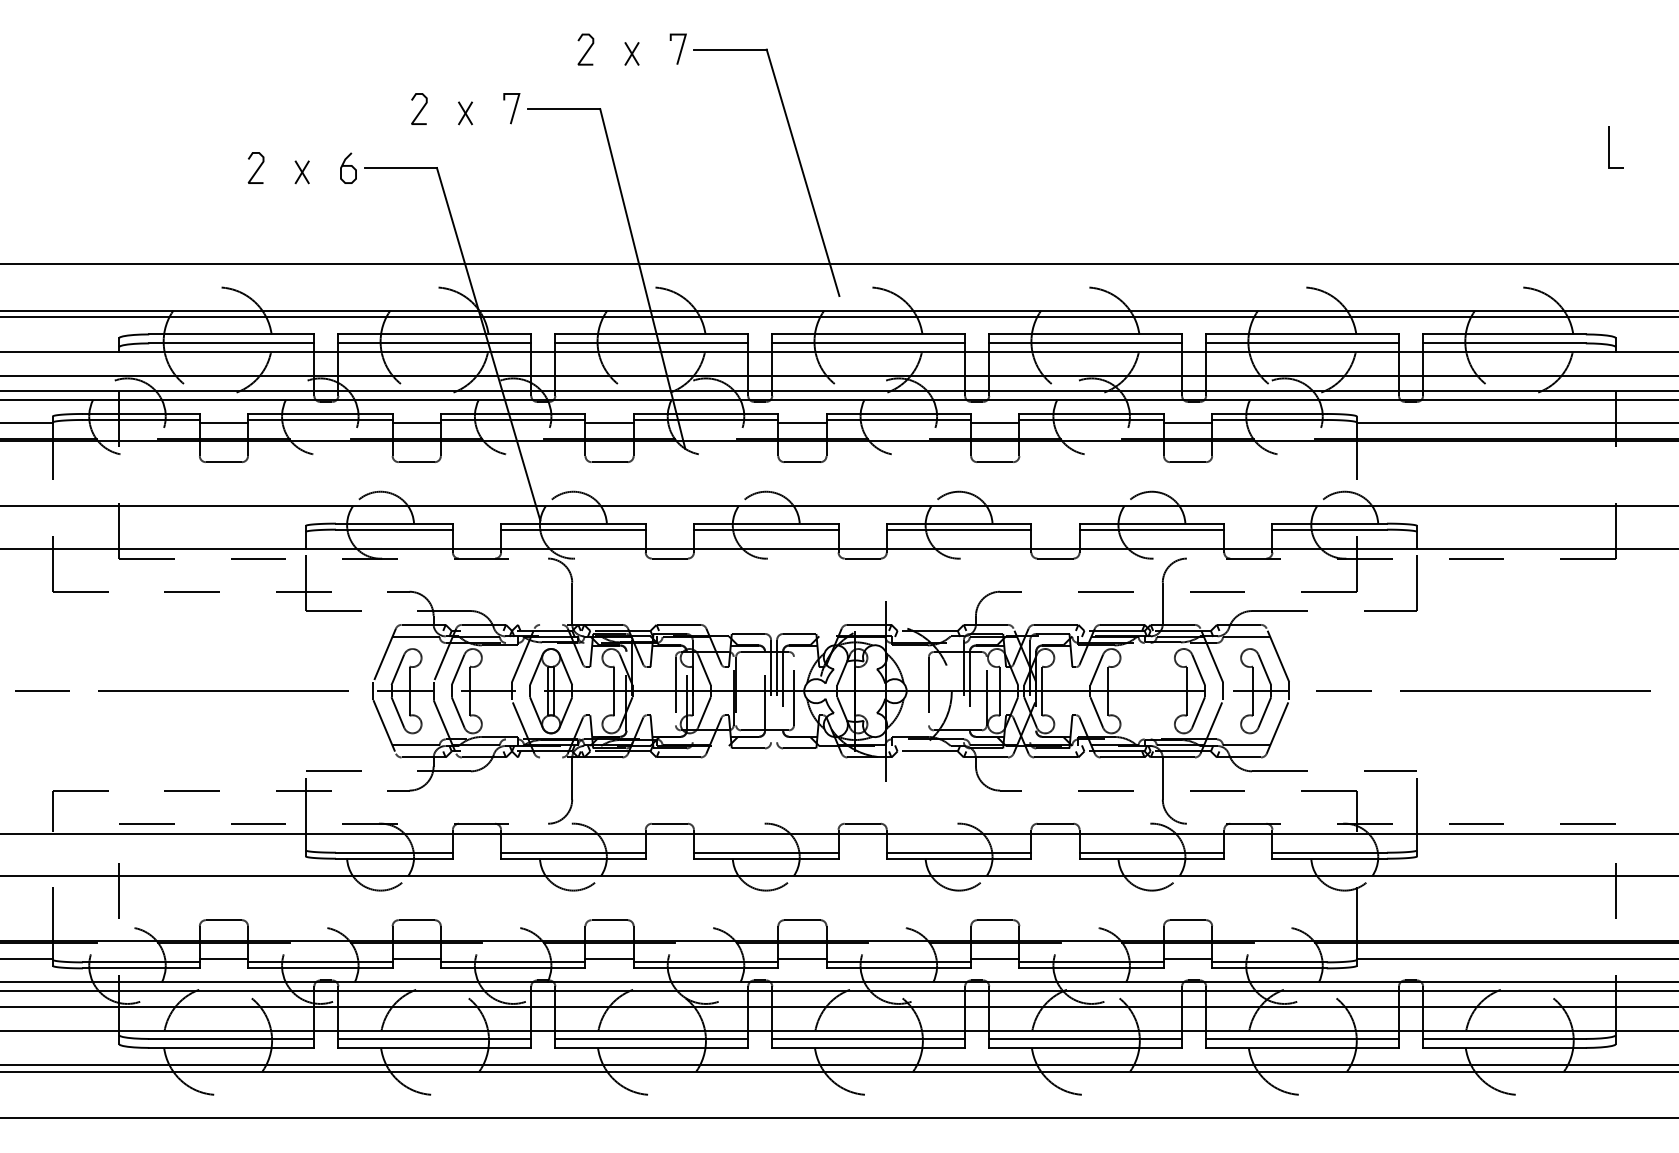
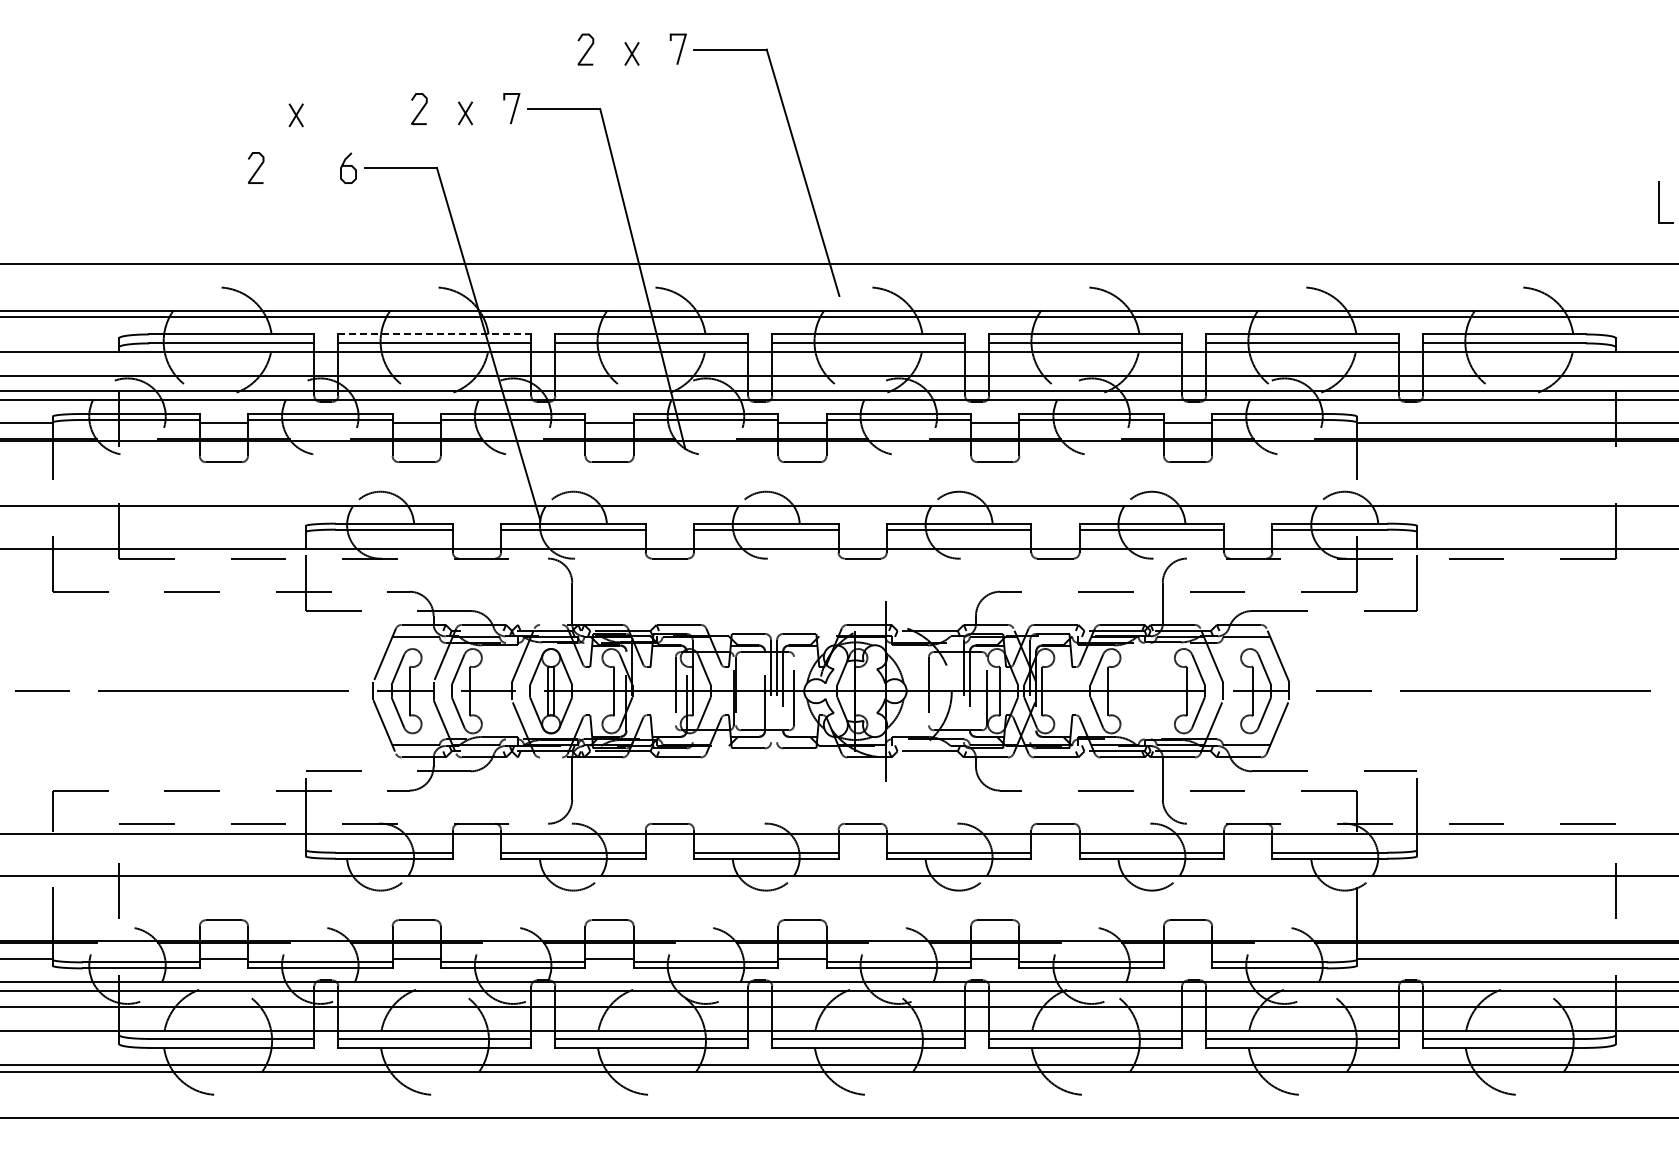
line at (1609, 147) position: (1609, 147) -> (1659, 202)
part at (301, 172) position: (301, 172) -> (295, 115)
line at (435, 334): solid -> dashed
line at (1187, 959): present -> none
